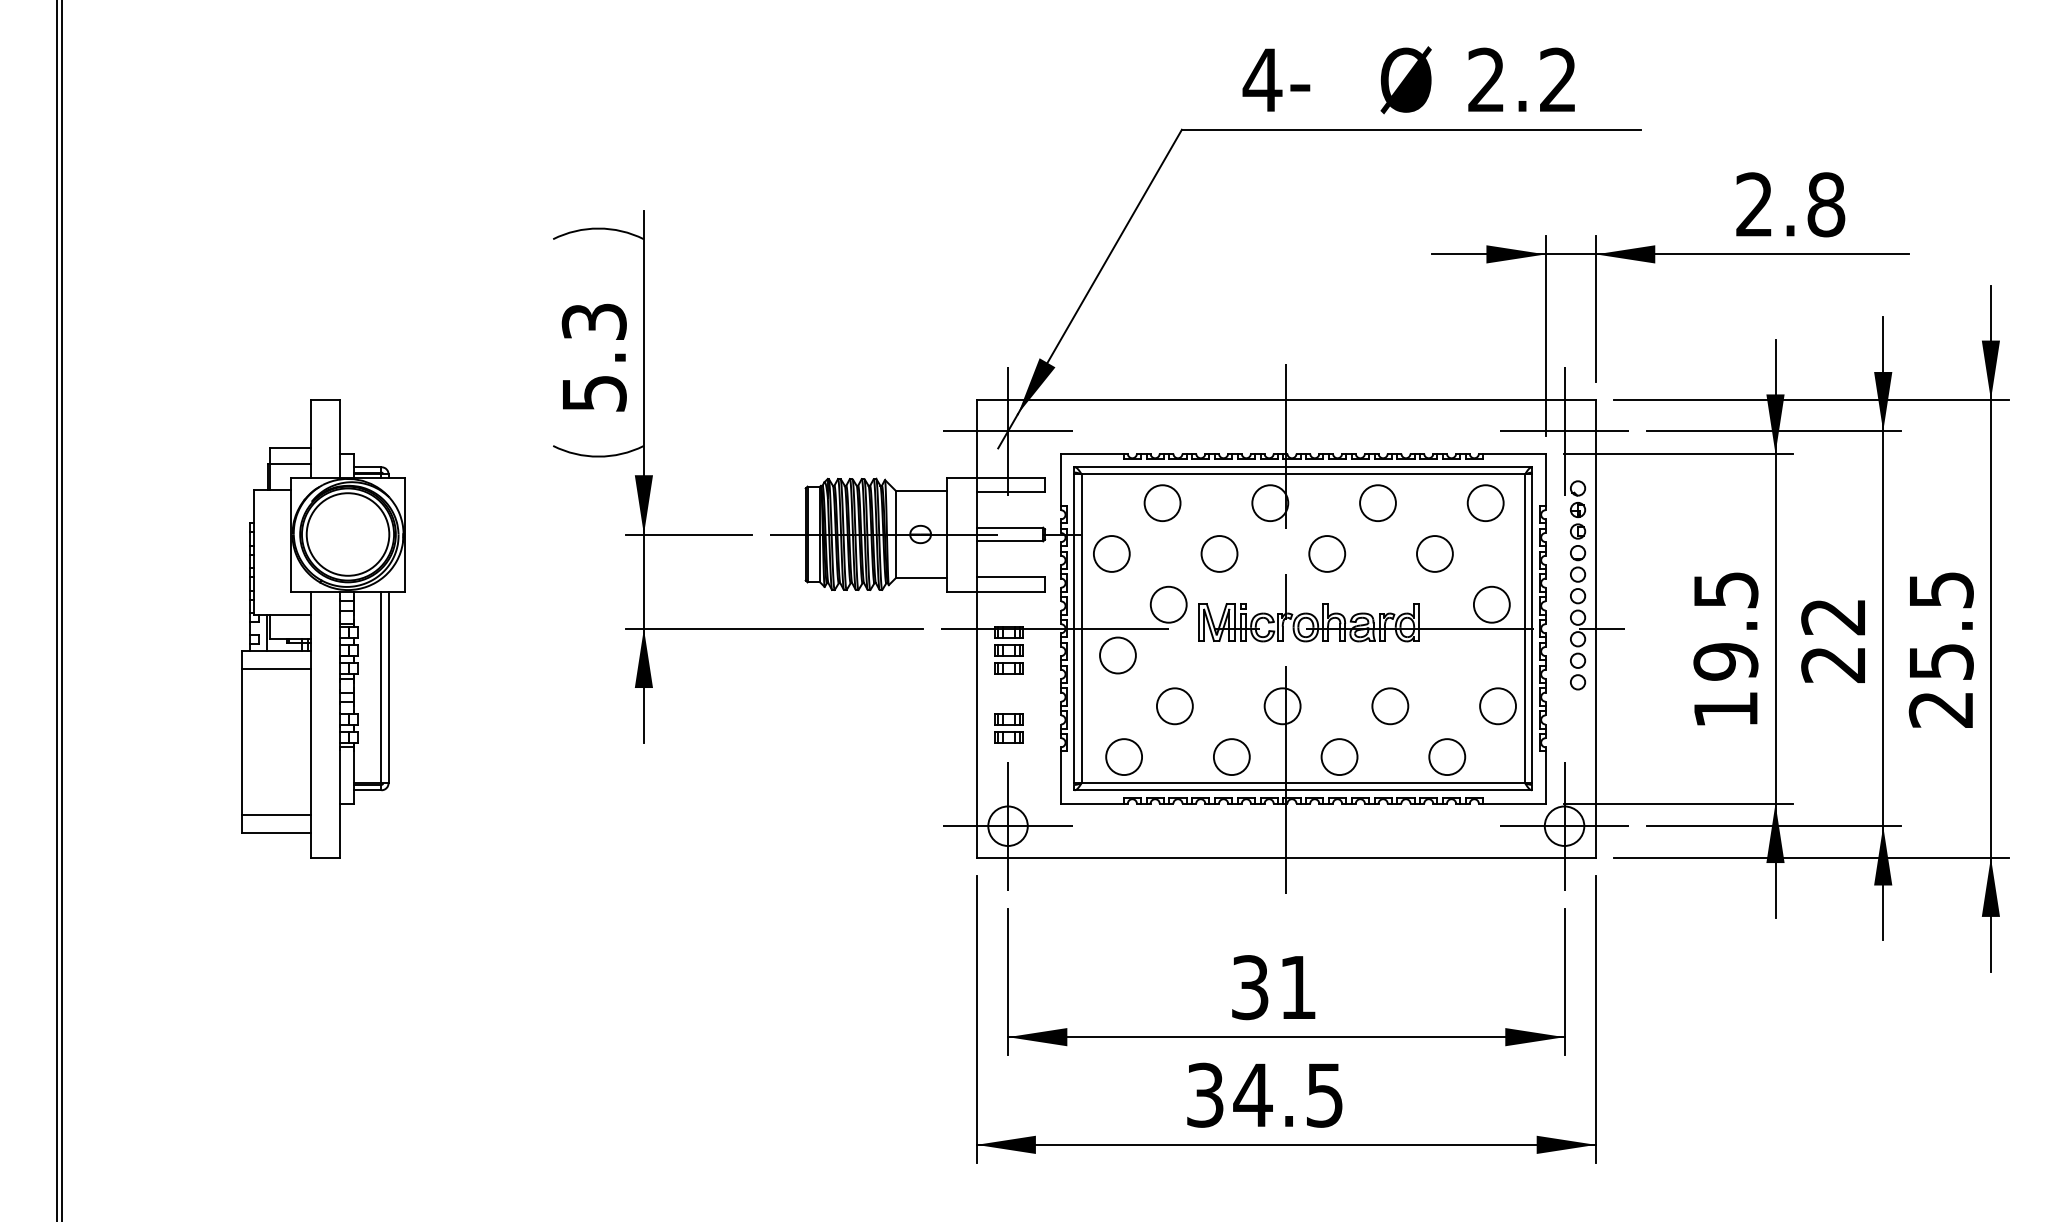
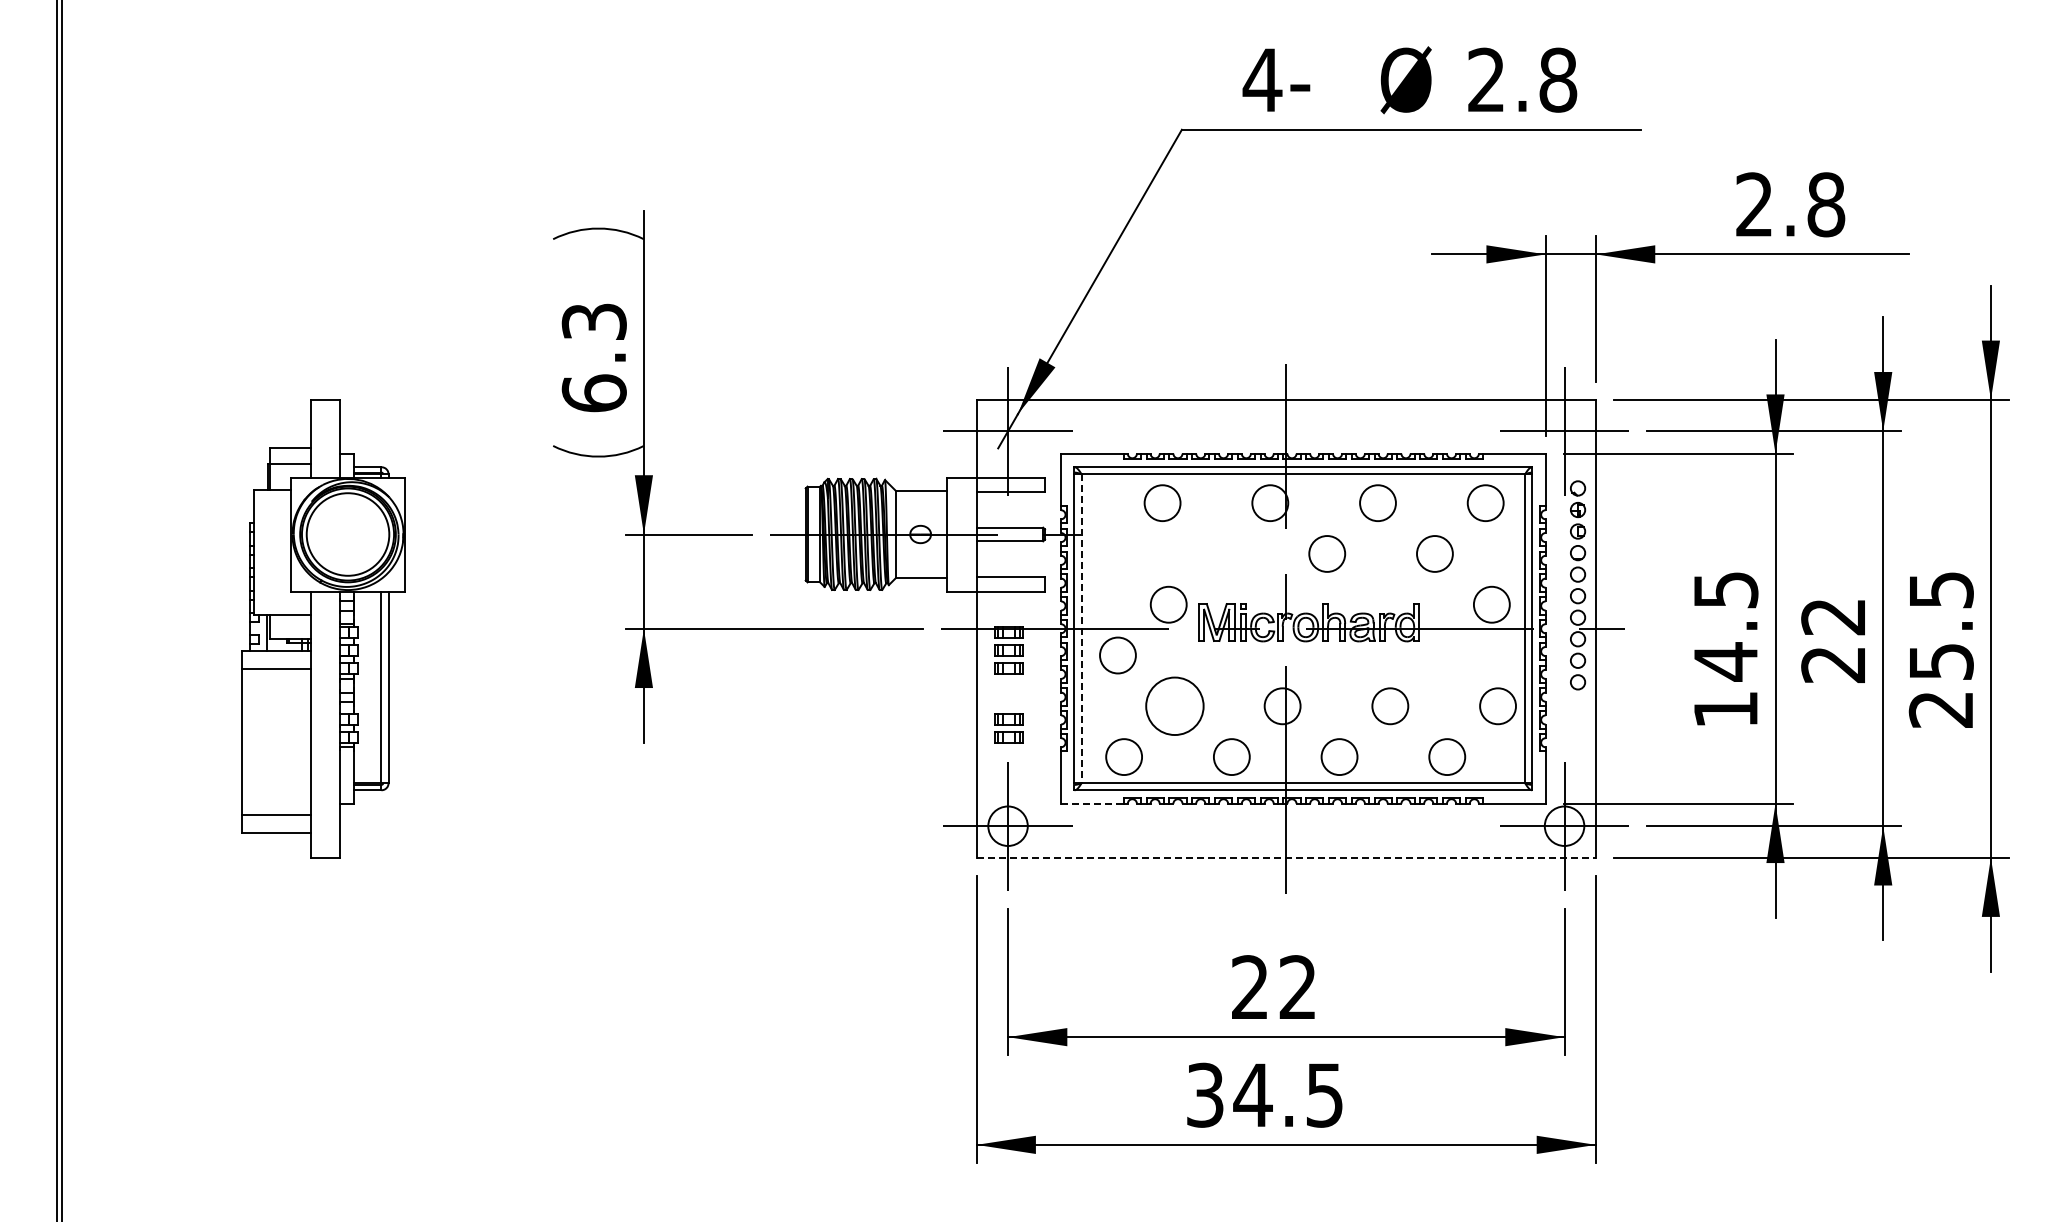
text at (1558, 79): 2.2 -> 2.8
text at (593, 393): 5.3 -> 6.3
circle at (1111, 553): present -> none
circle at (1219, 553): present -> none
line at (1081, 629): solid -> dashed
text at (1725, 661): 19.5 -> 14.5
circle at (1174, 706) diameter: 36 px -> 57 px
line at (1092, 803): solid -> dashed
line at (1286, 857): solid -> dashed
text at (1273, 987): 31 -> 22
